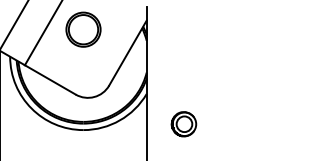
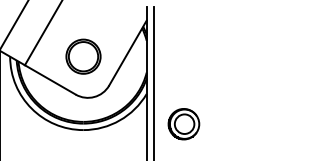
part at (83, 29) position: (83, 29) -> (83, 56)
line at (154, 81): none -> present
part at (183, 124) size: 28x27 px -> 34x33 px
